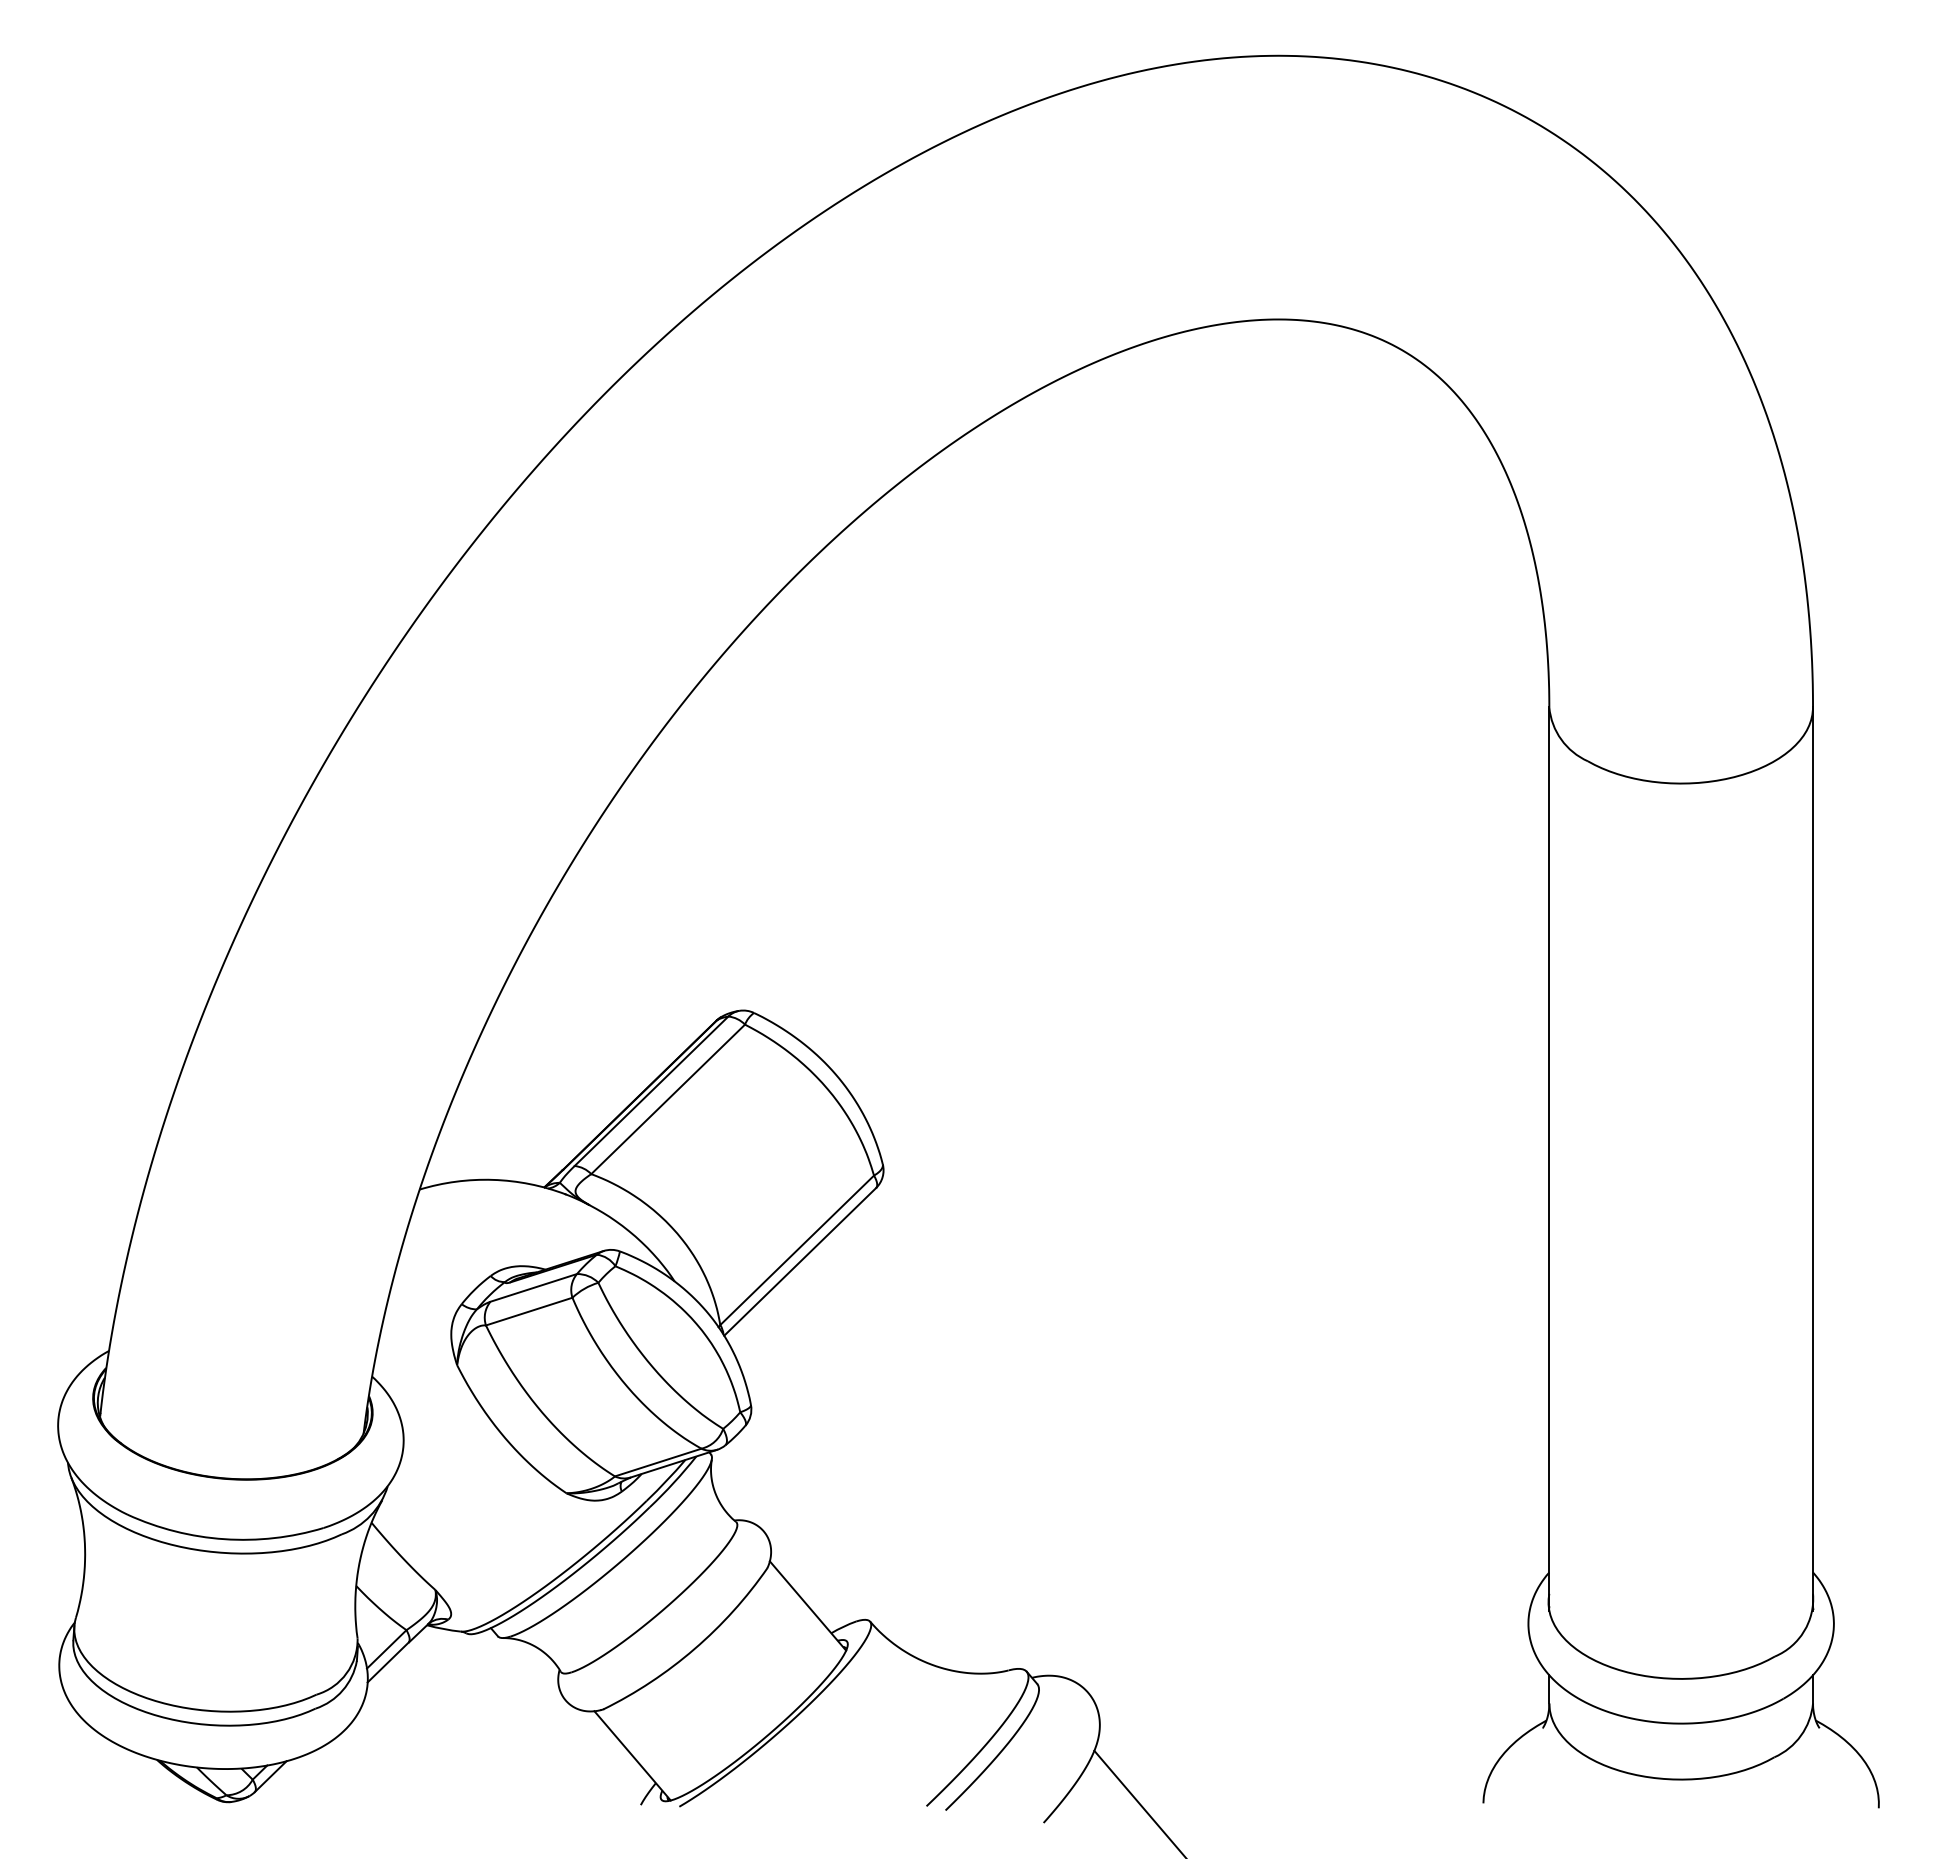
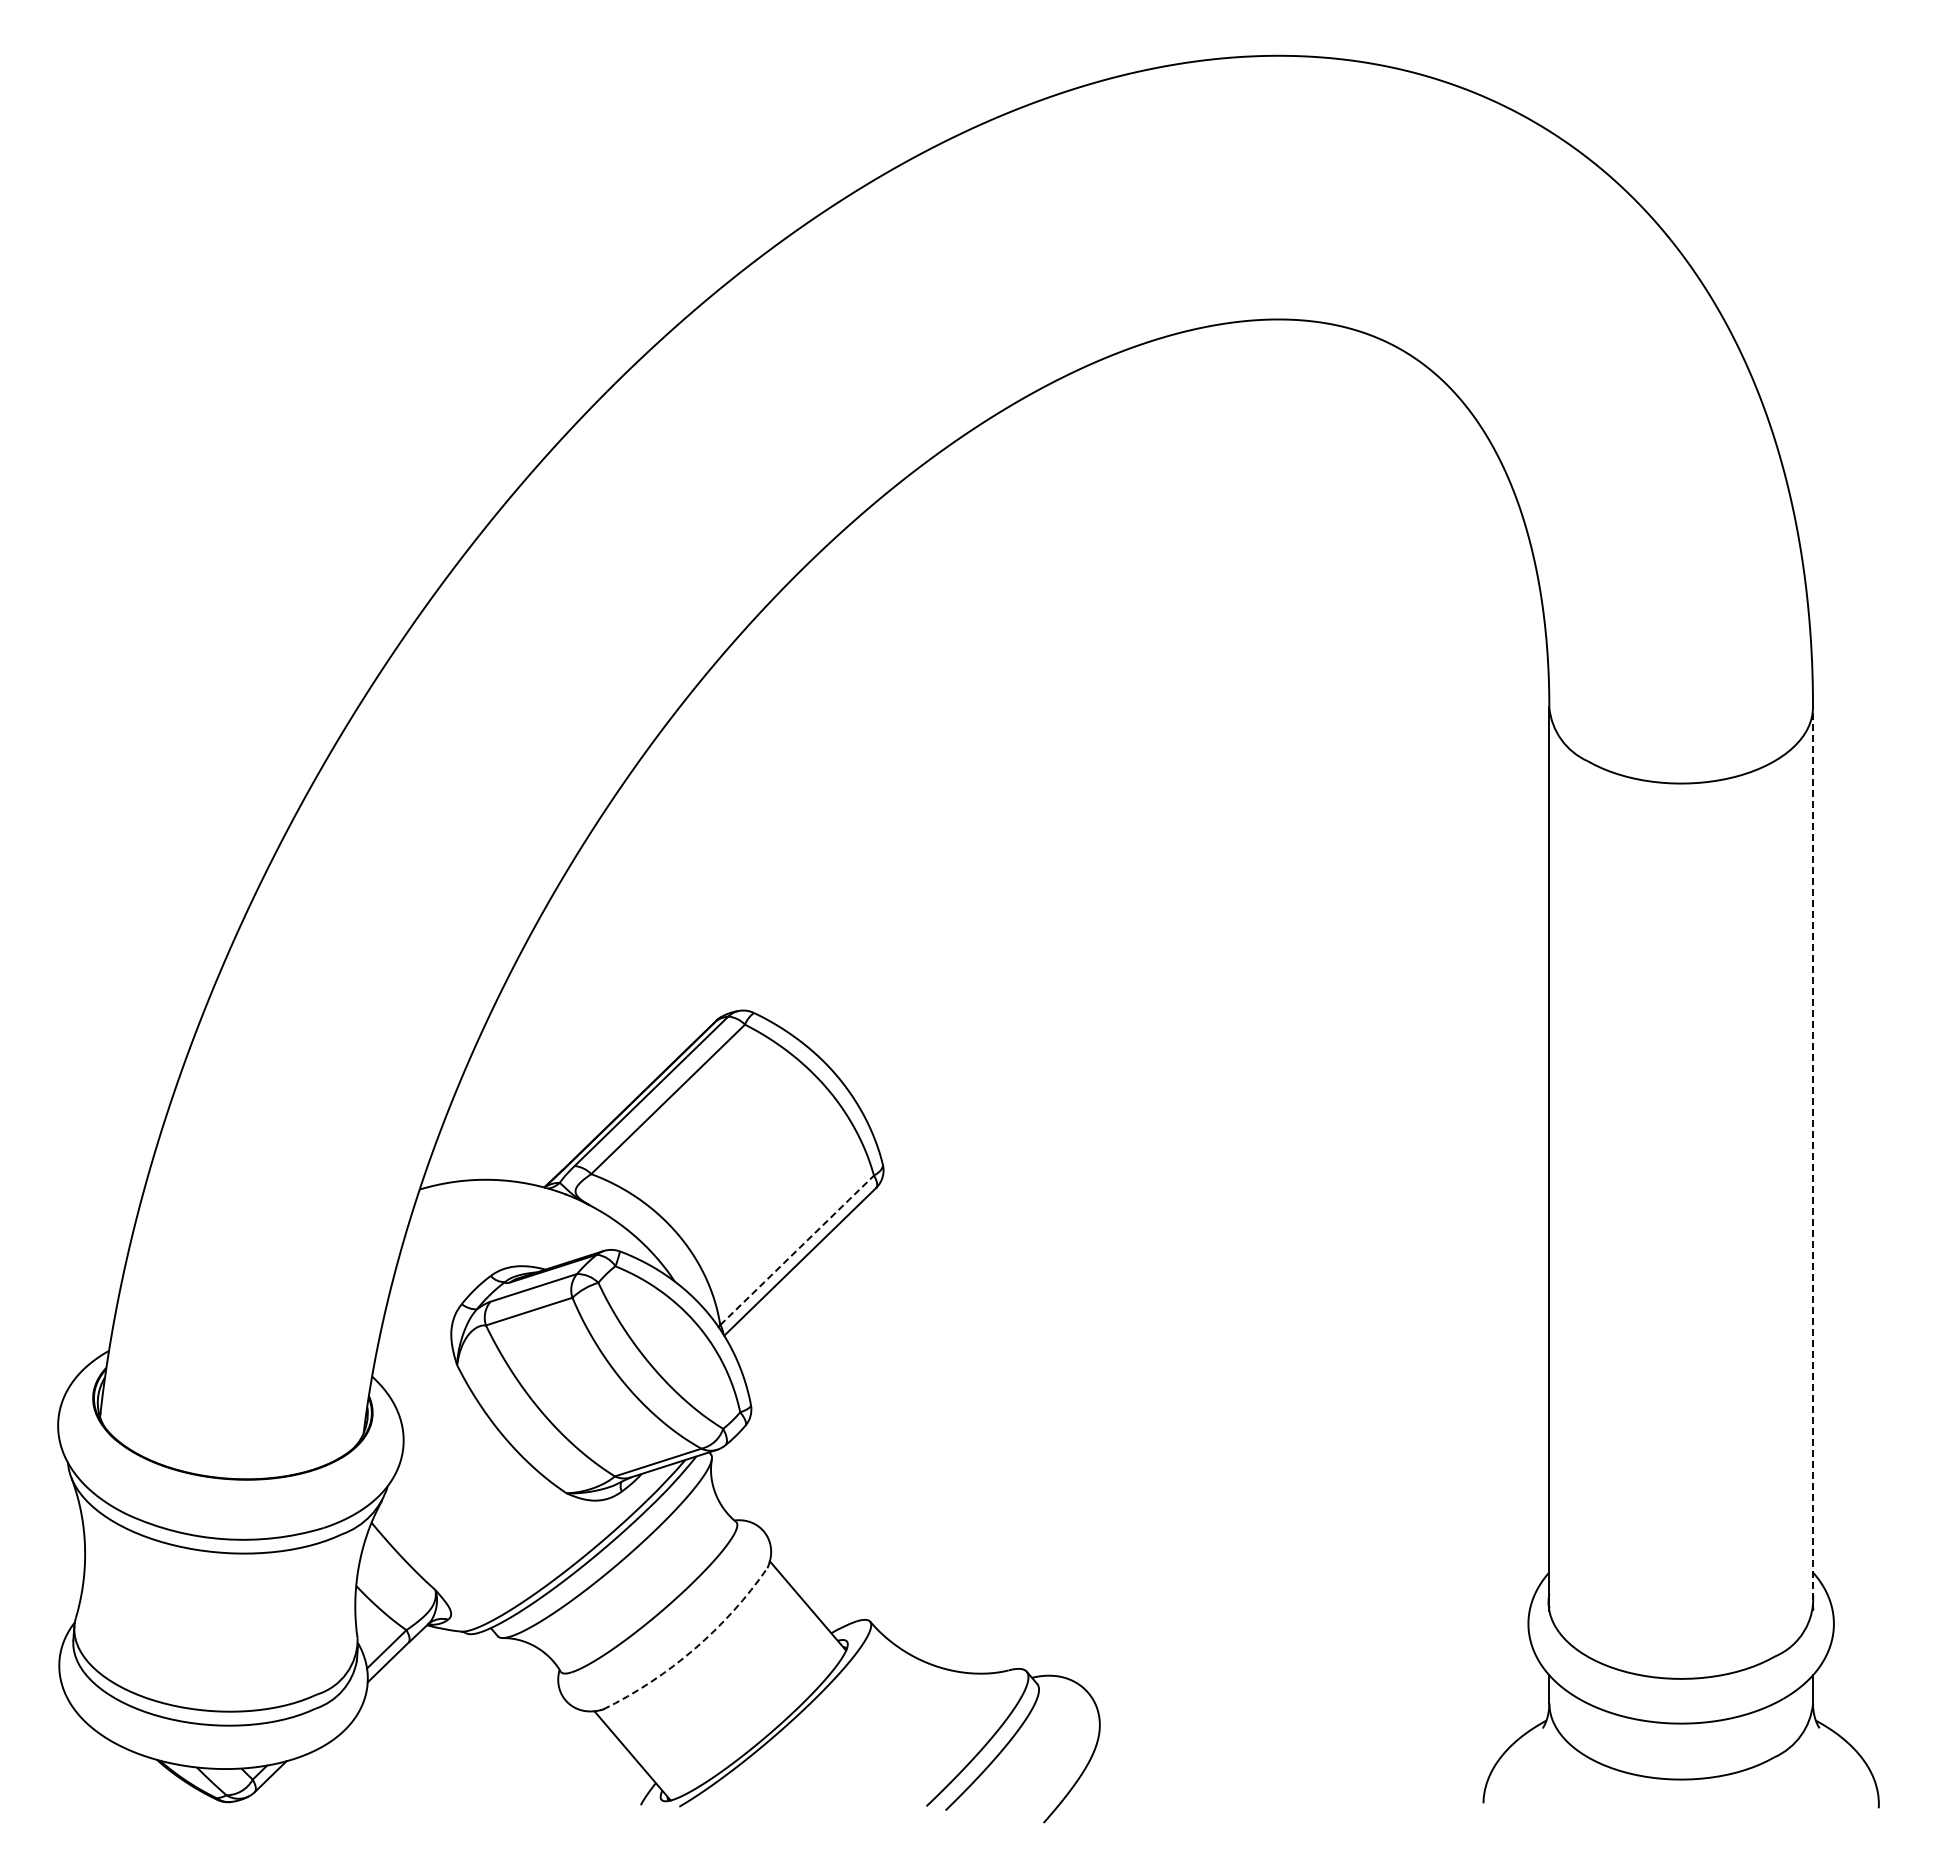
line at (1813, 1159): solid -> dashed
line at (797, 1249): solid -> dashed
arc at (694, 1649): solid -> dashed
line at (1139, 1802): present -> none
